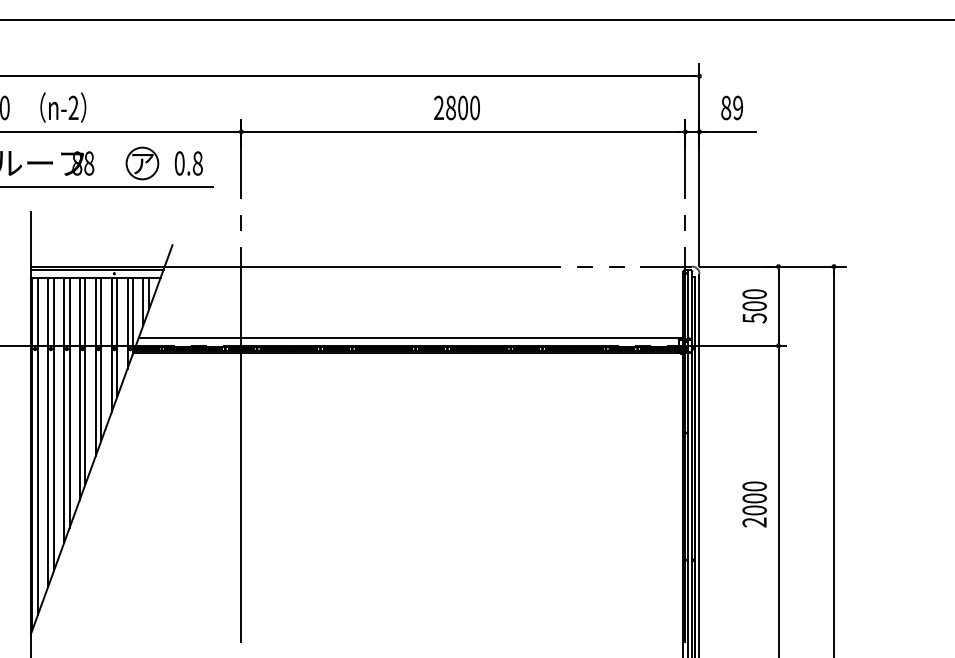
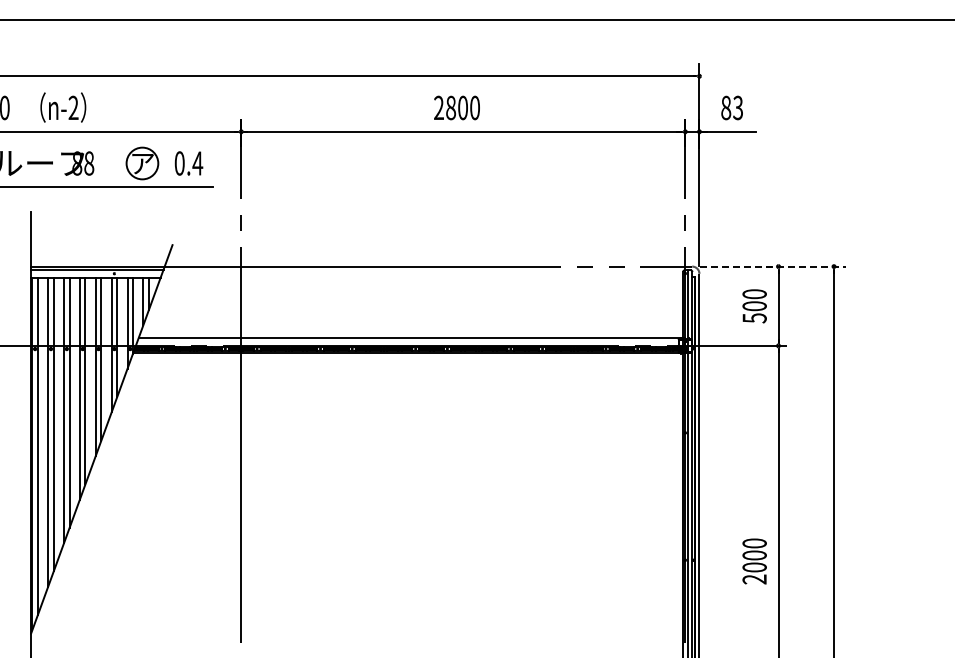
text at (737, 108): 89 -> 83
text at (197, 163): 0.8 -> 0.4
line at (773, 266): solid -> dashed
text at (754, 504) position: (754, 504) -> (754, 561)
